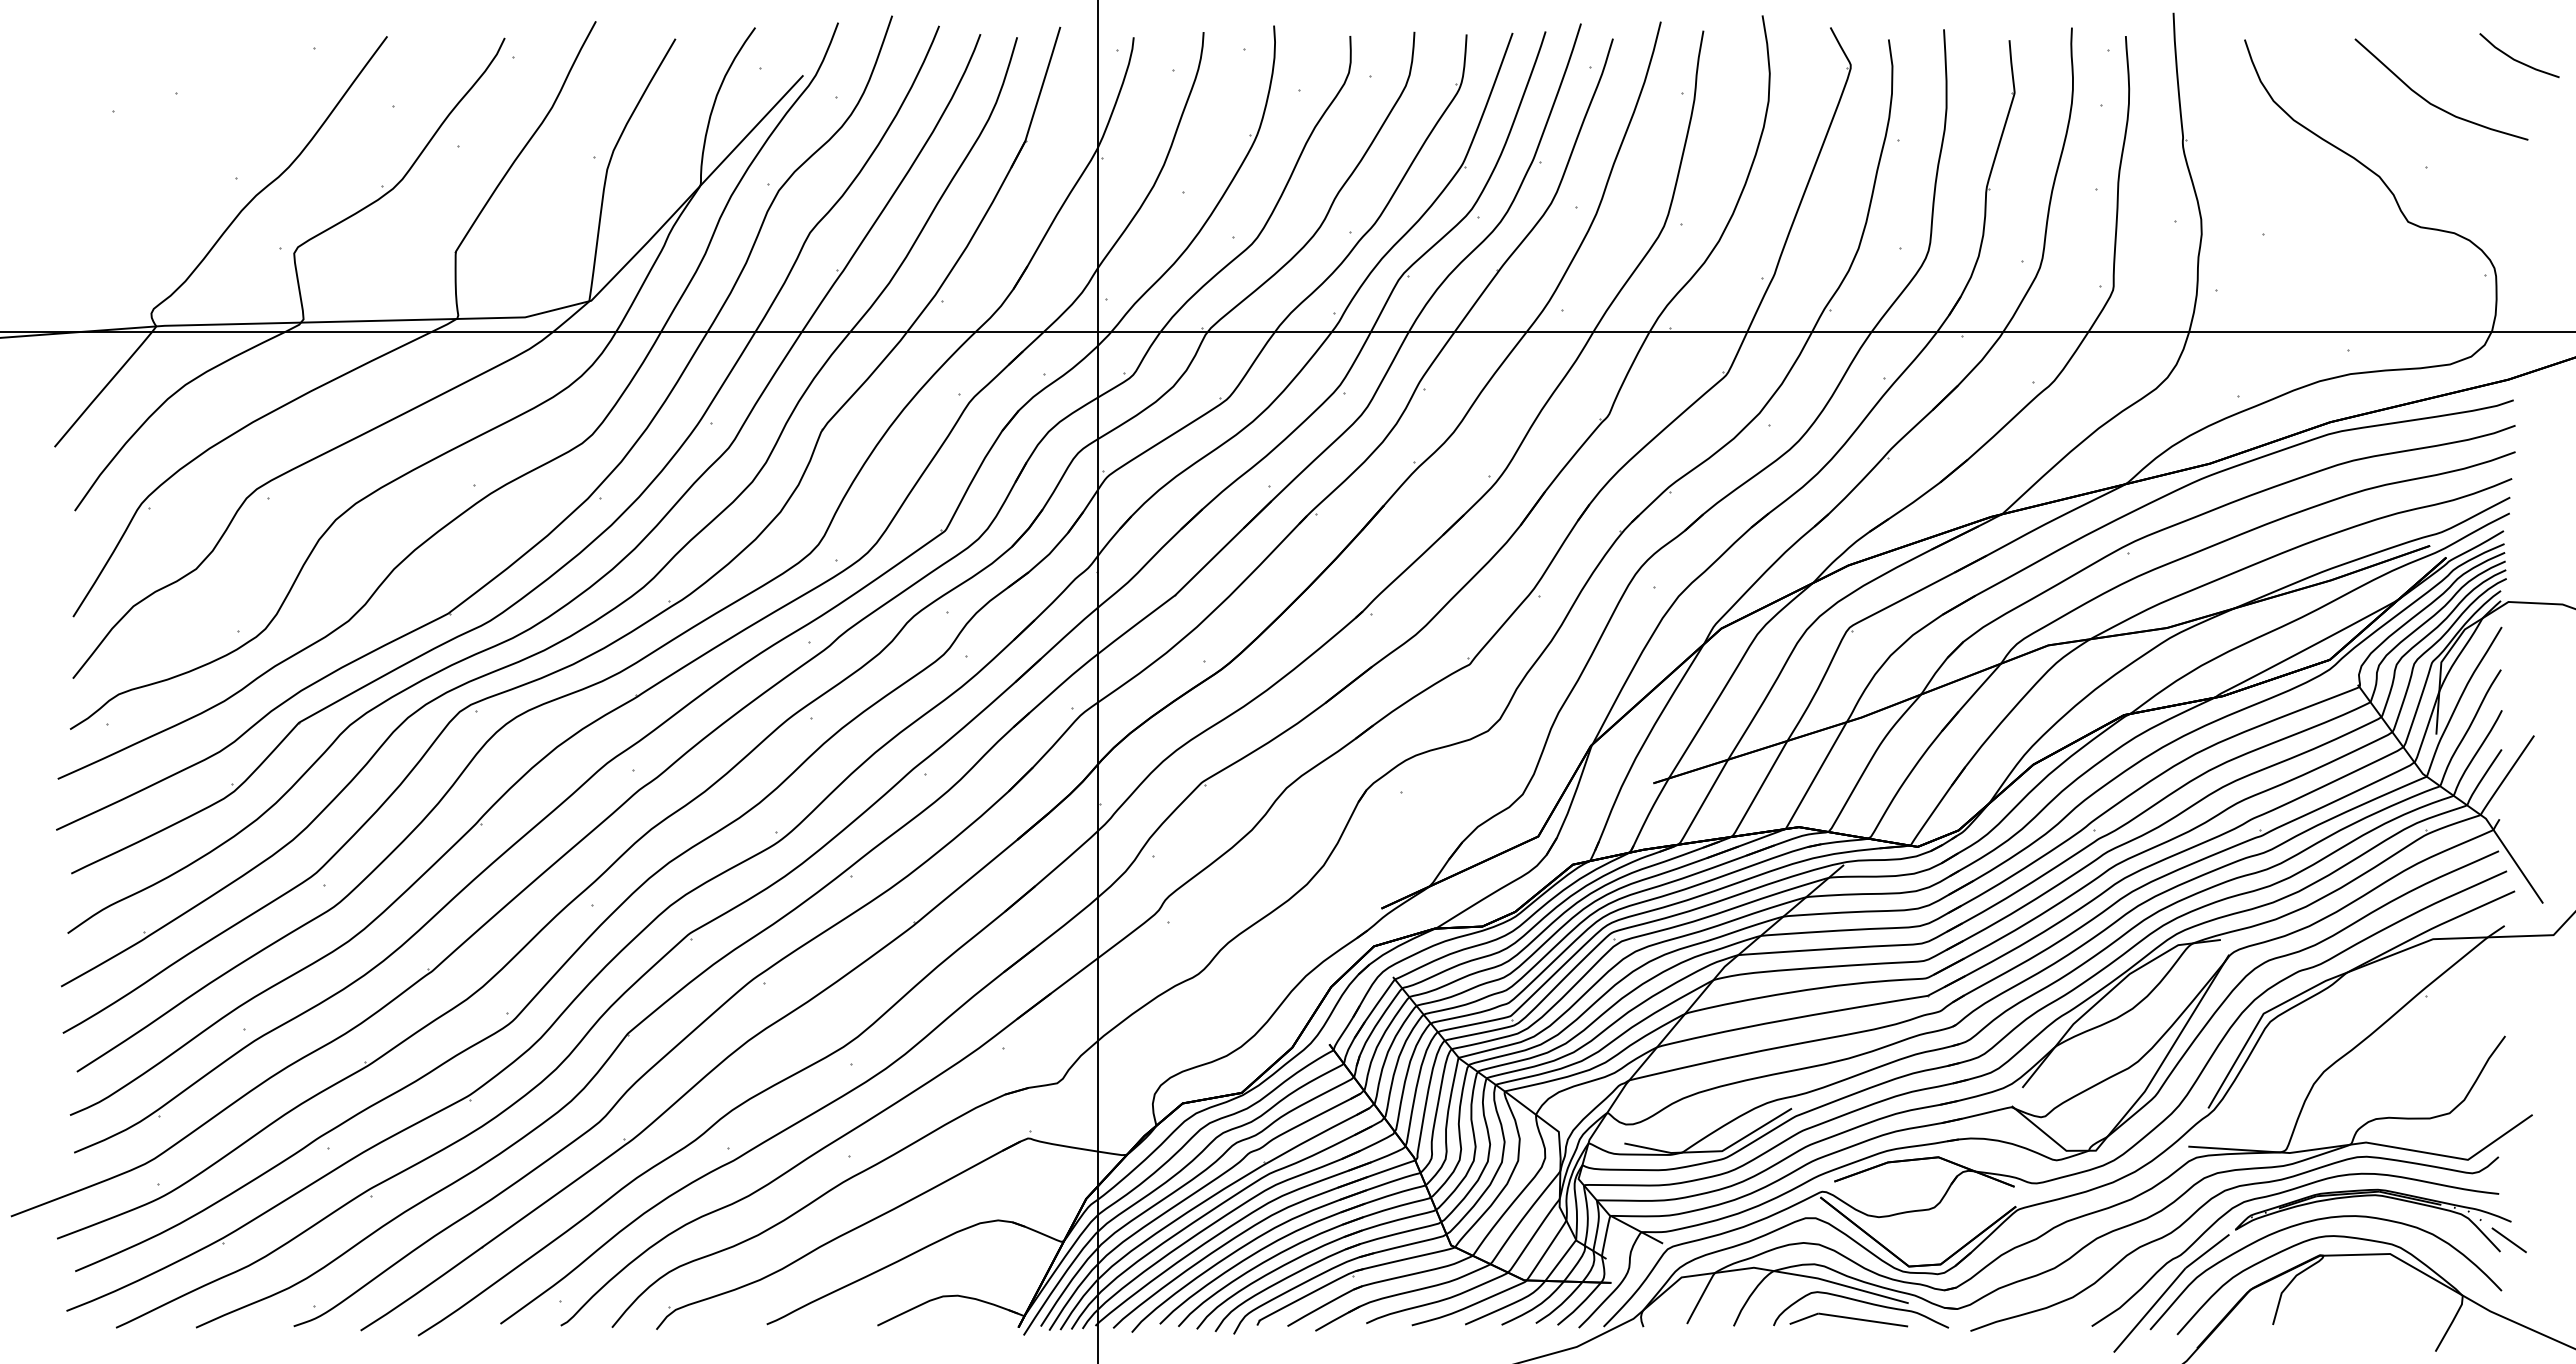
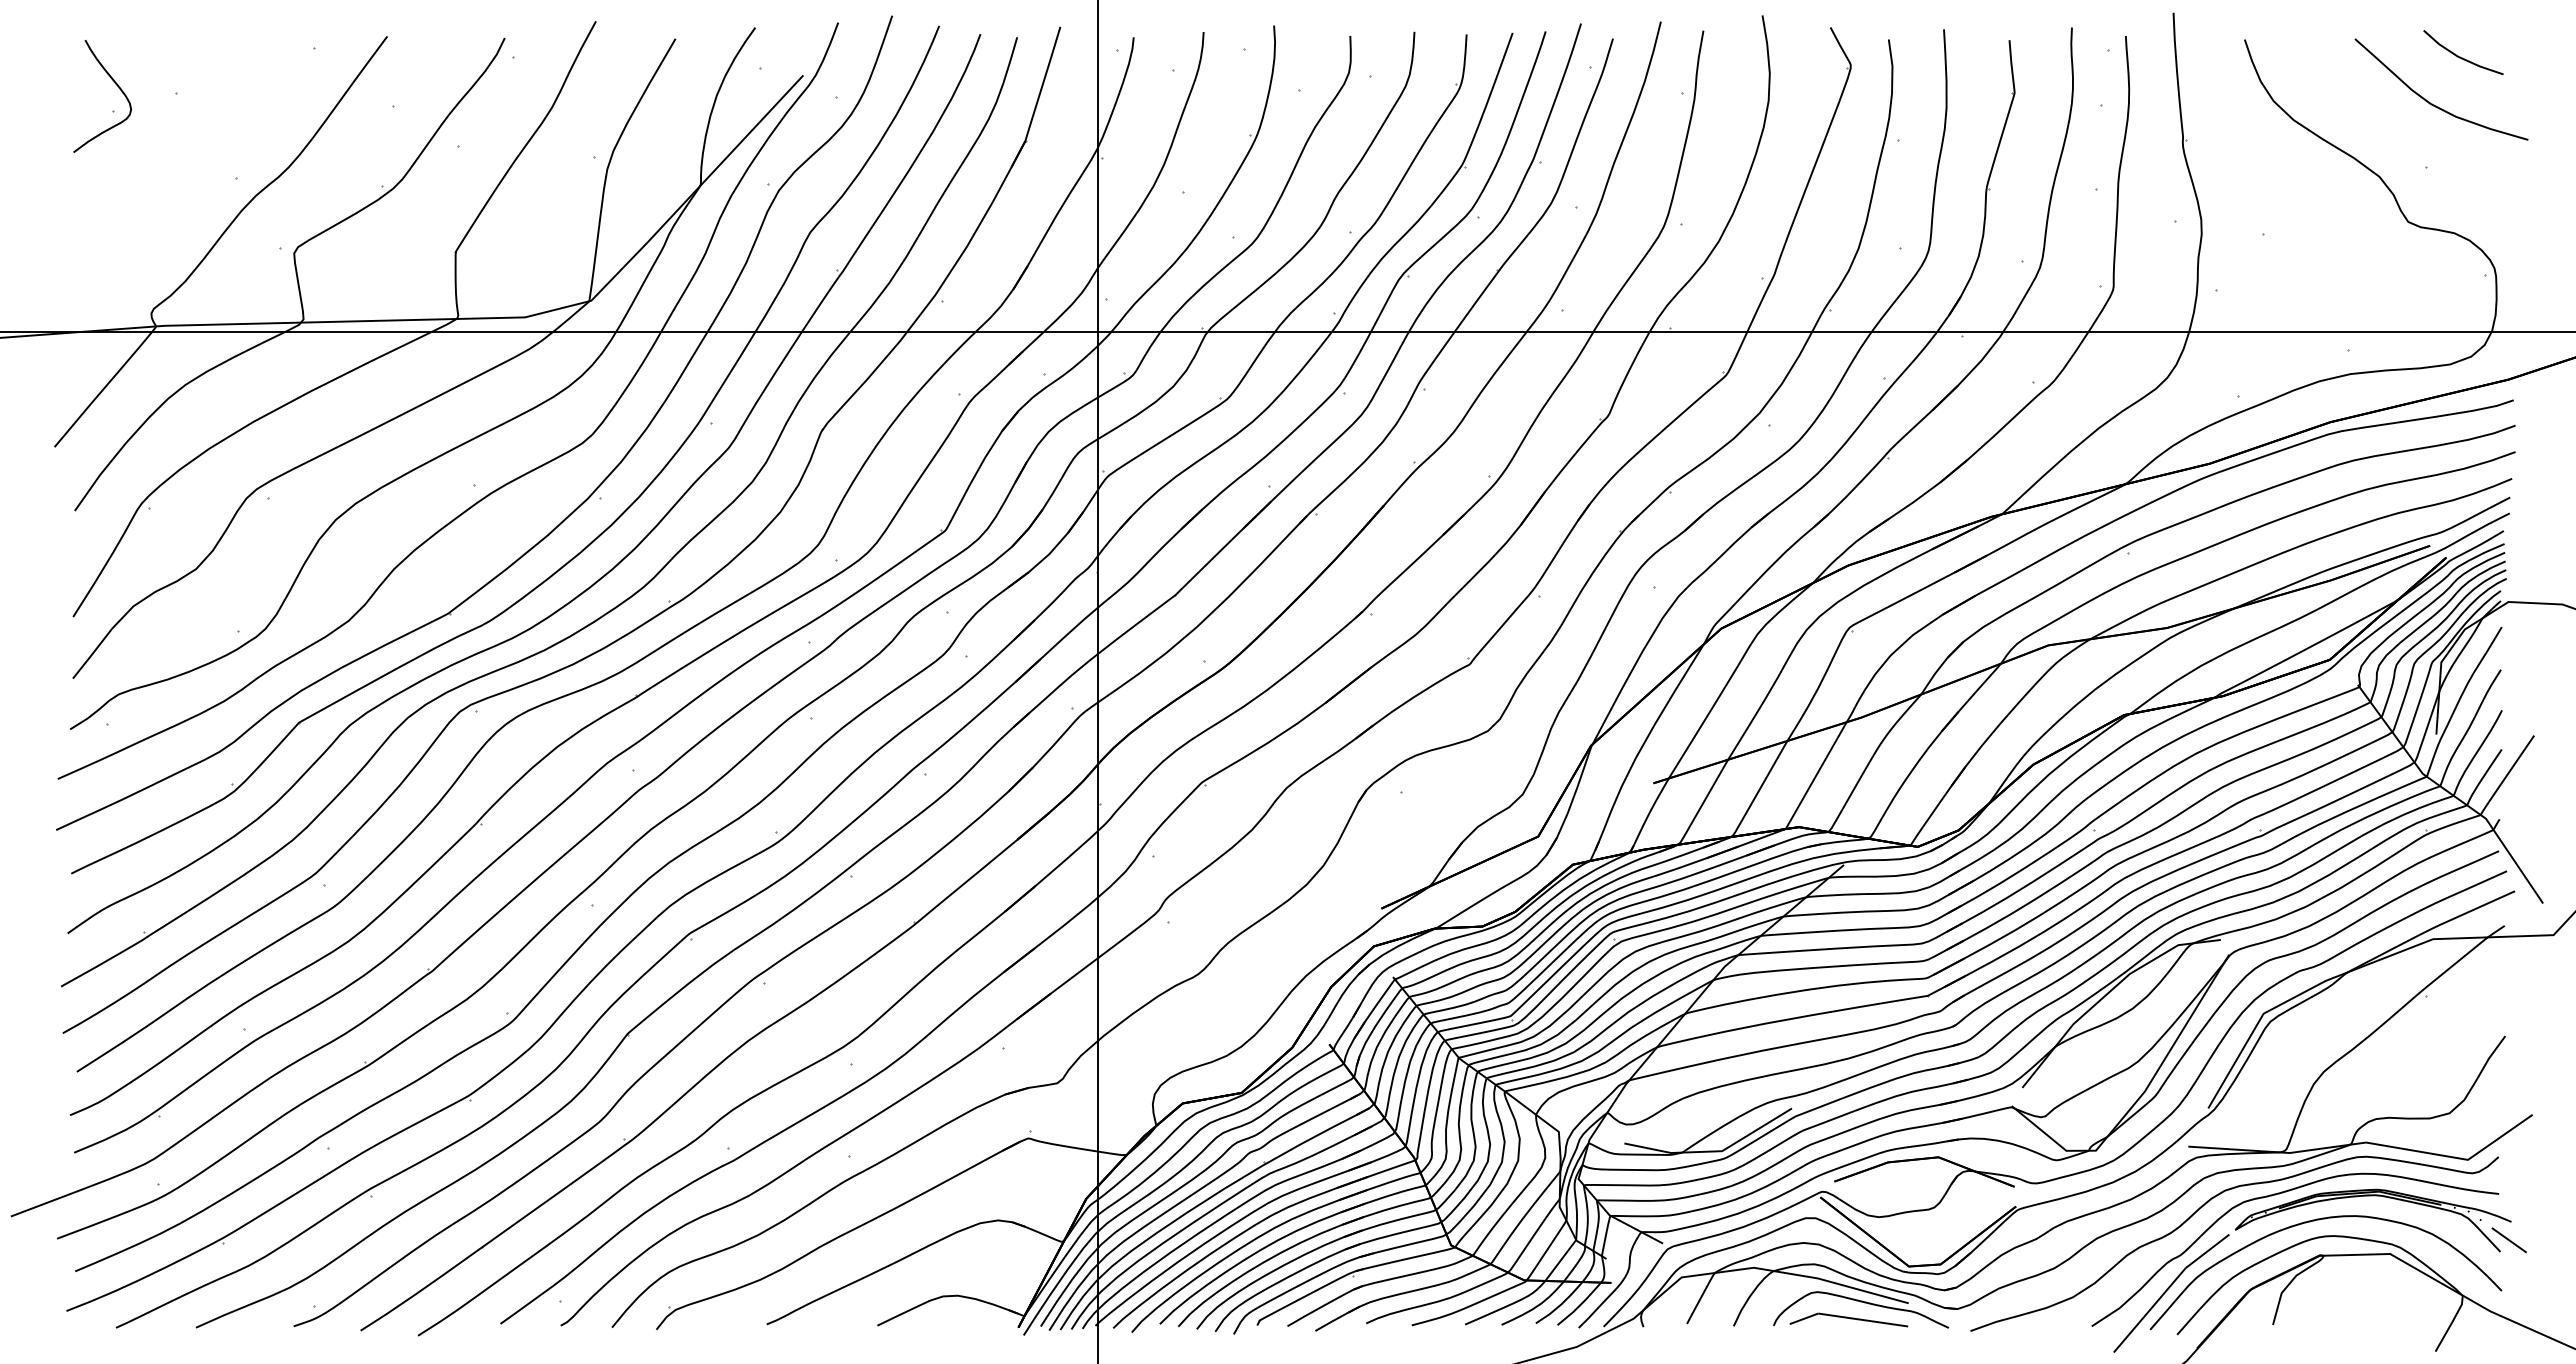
line at (2516, 59) position: (2516, 59) -> (2460, 56)
curve at (114, 83): none -> present
